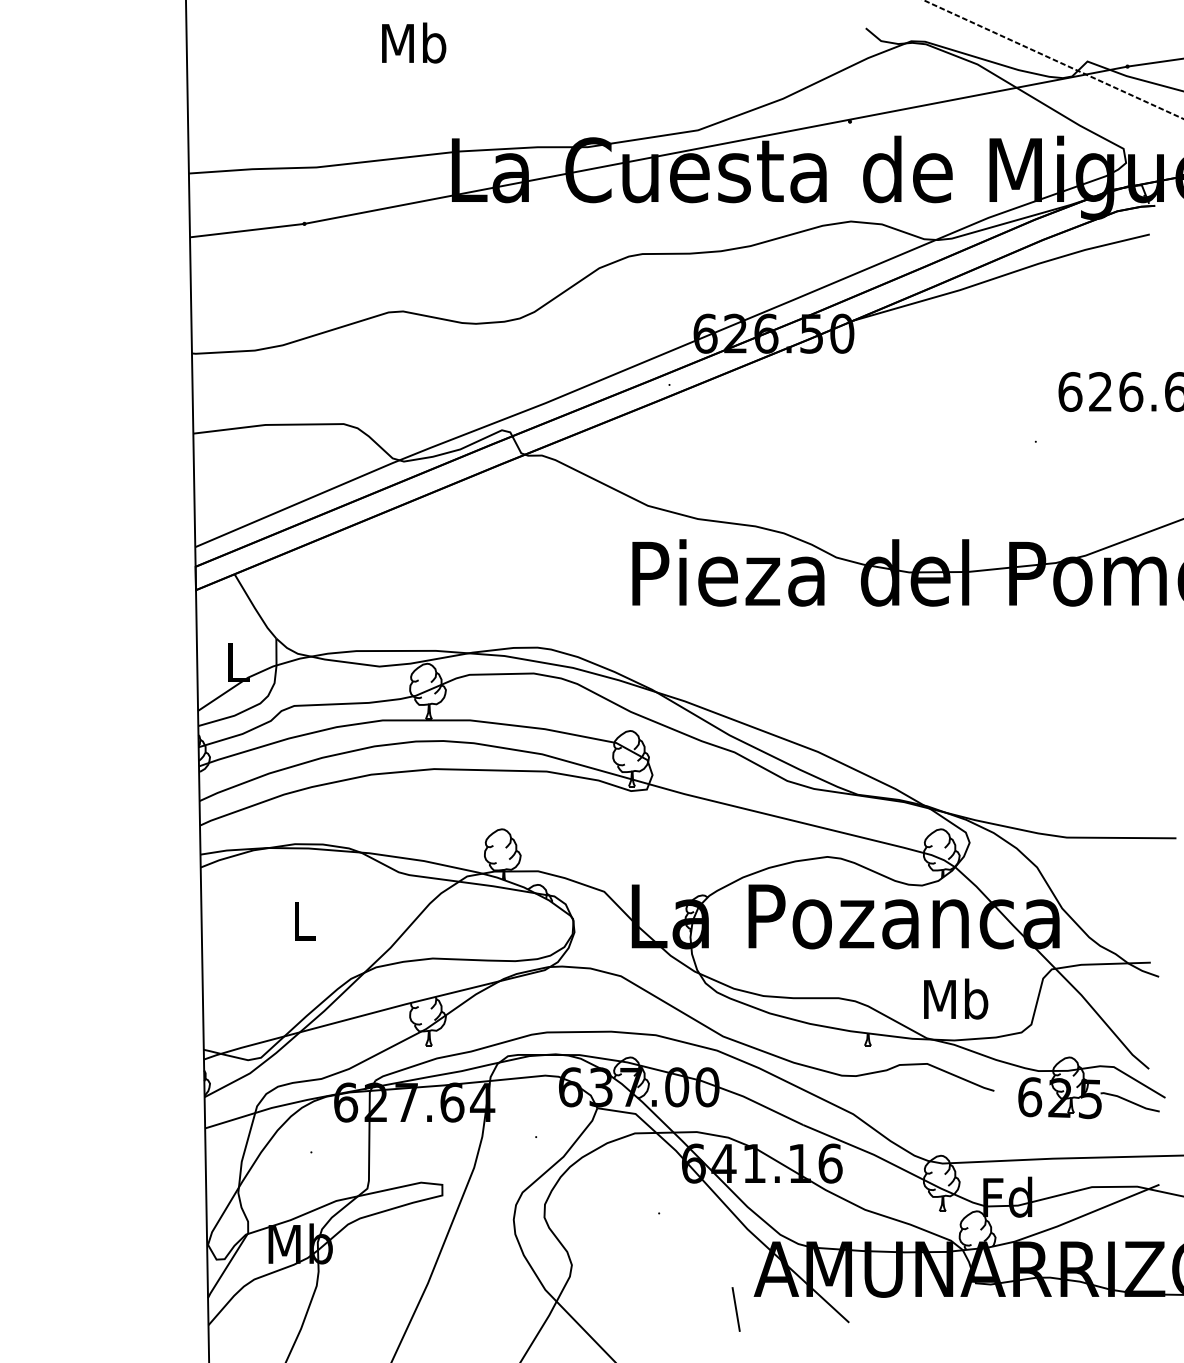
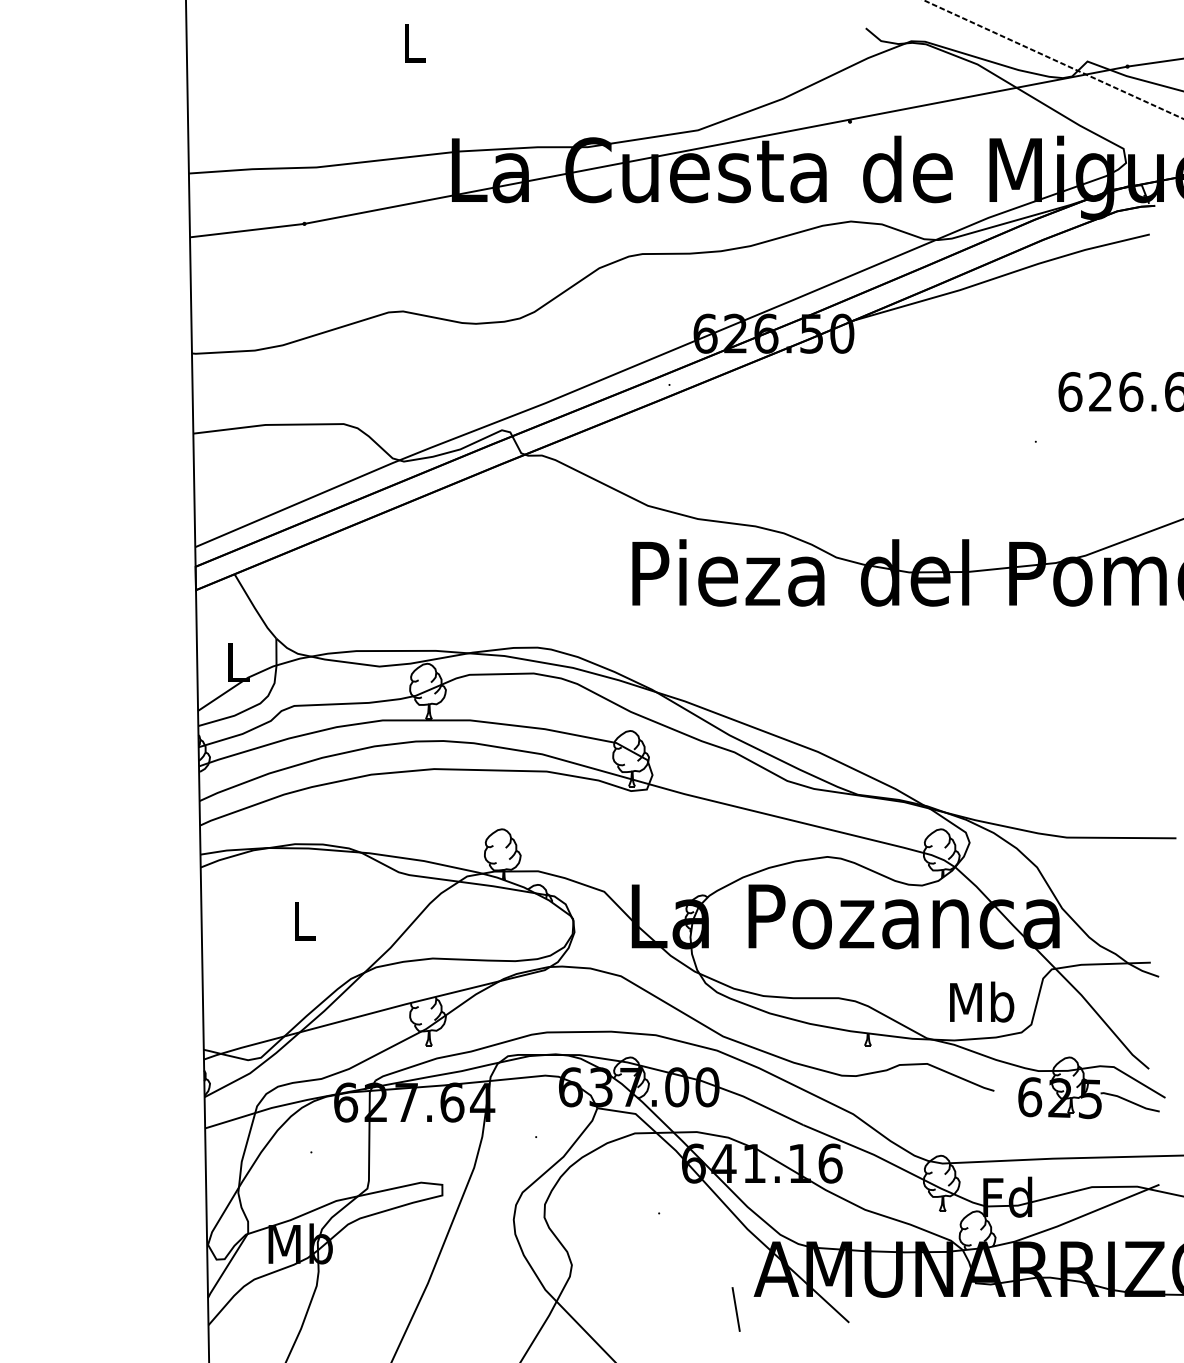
text at (414, 42): Mb -> L
text at (956, 998) position: (956, 998) -> (982, 1001)
